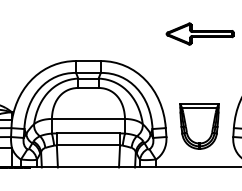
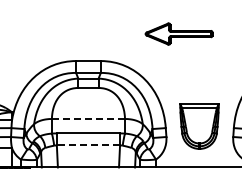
part at (199, 33) position: (199, 33) -> (178, 33)
line at (88, 119): solid -> dashed
line at (88, 145): solid -> dashed
